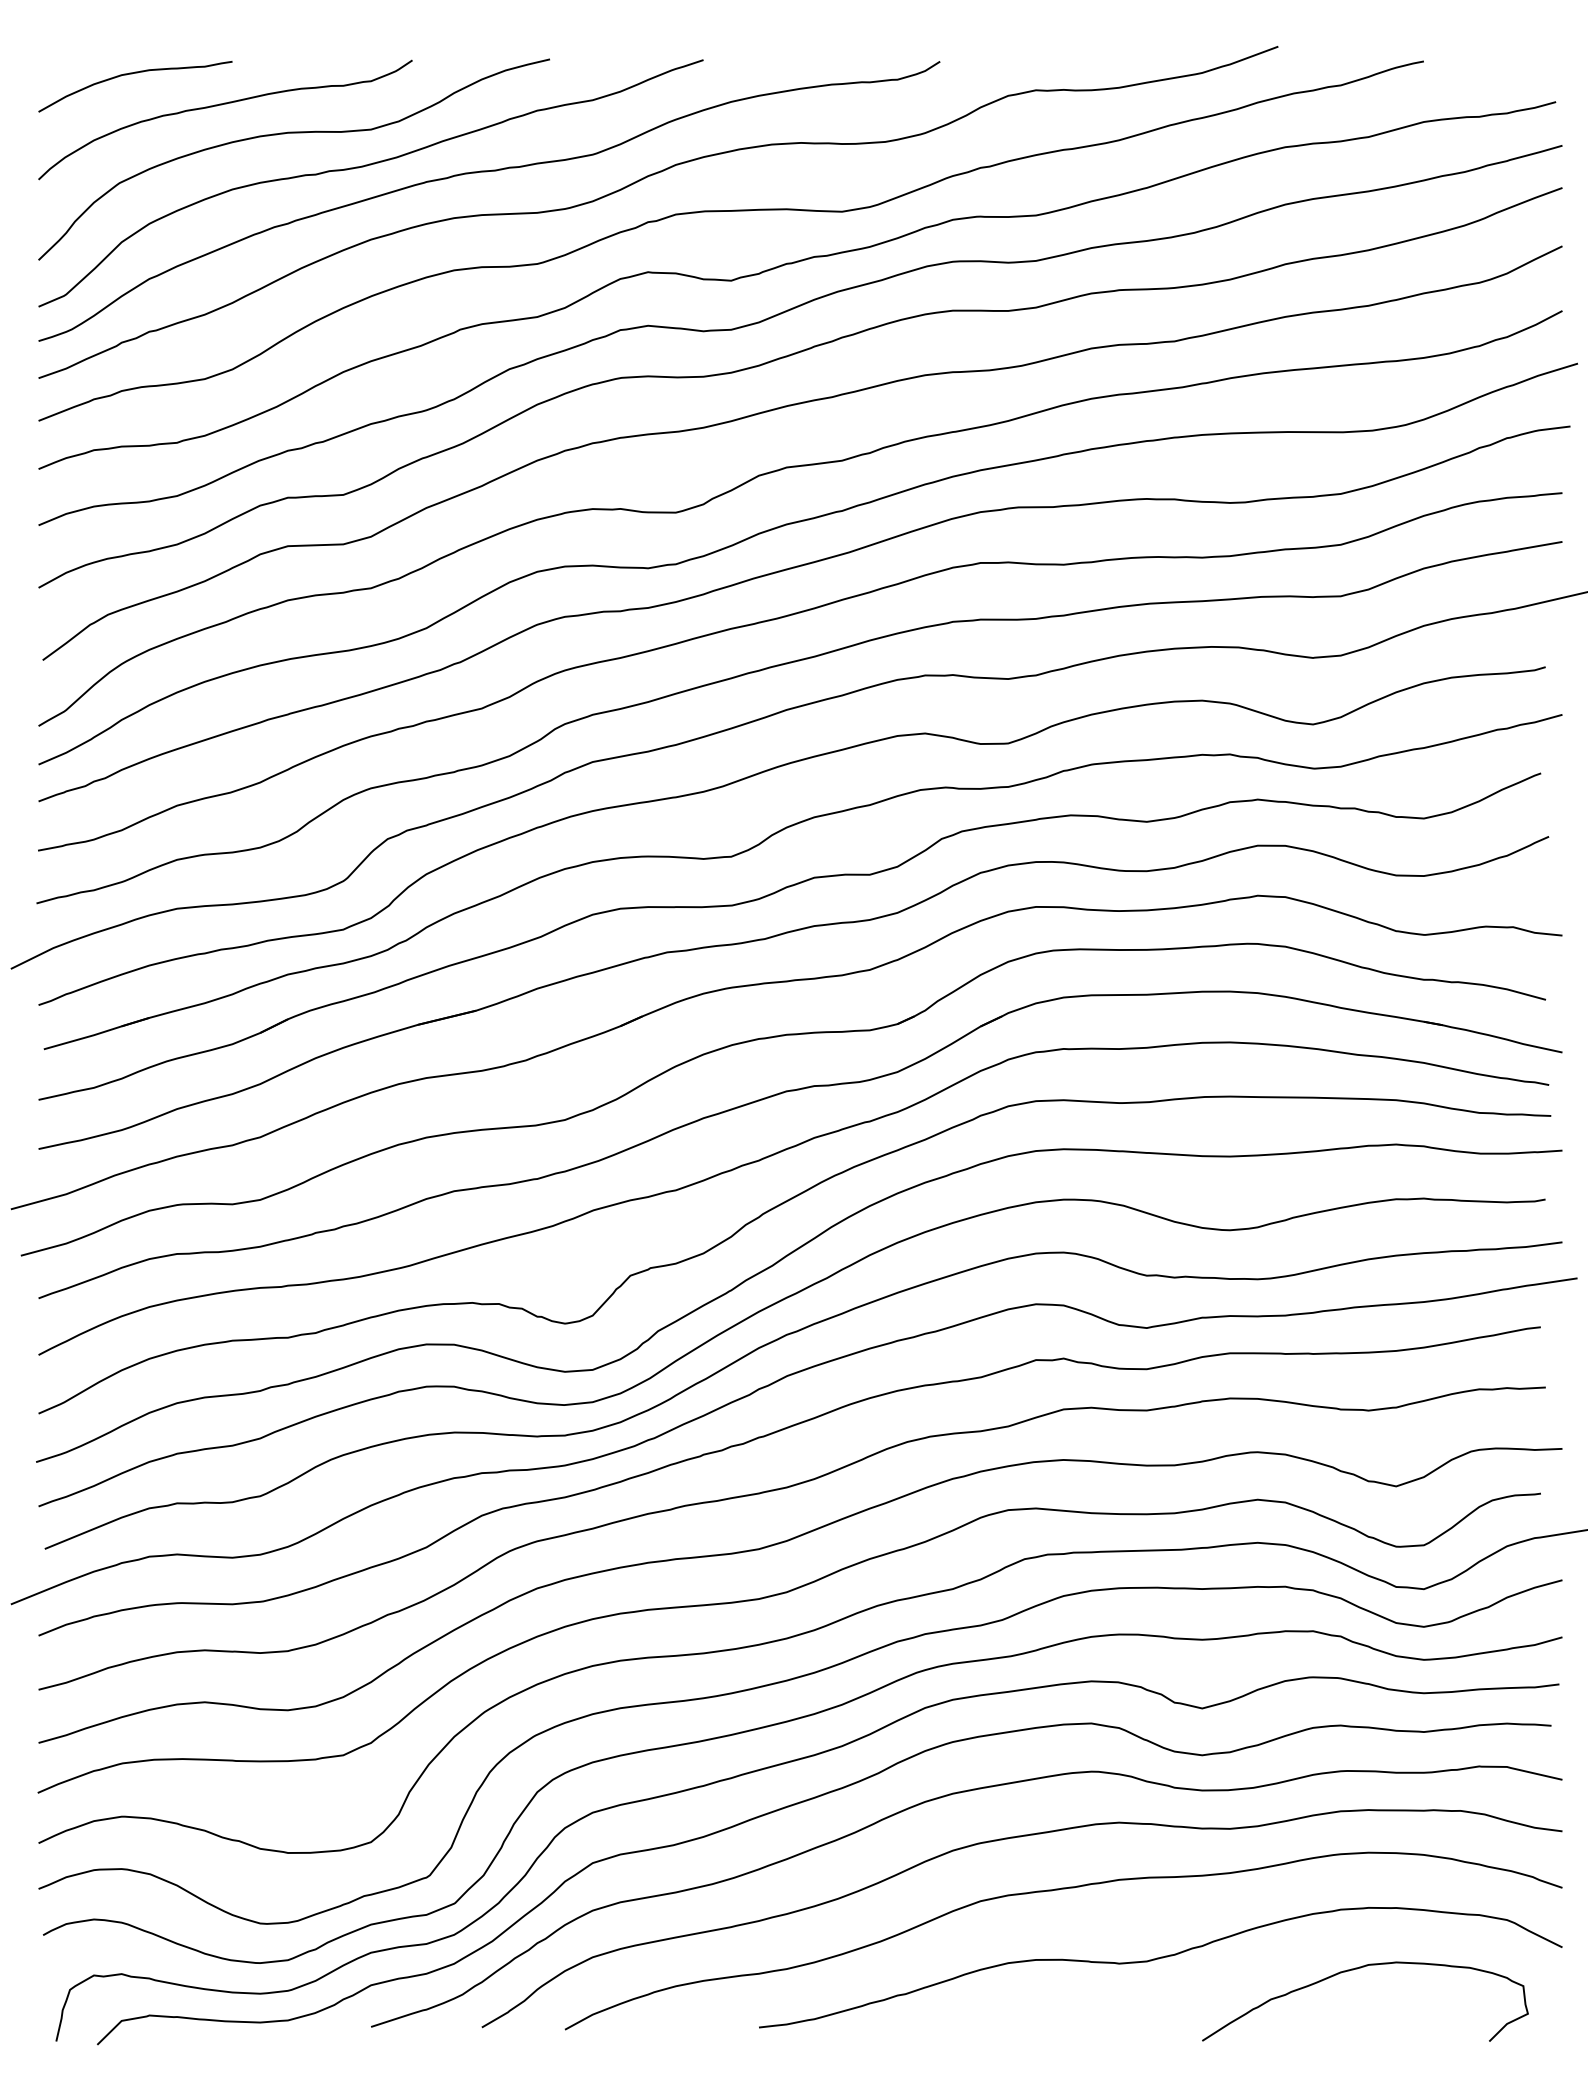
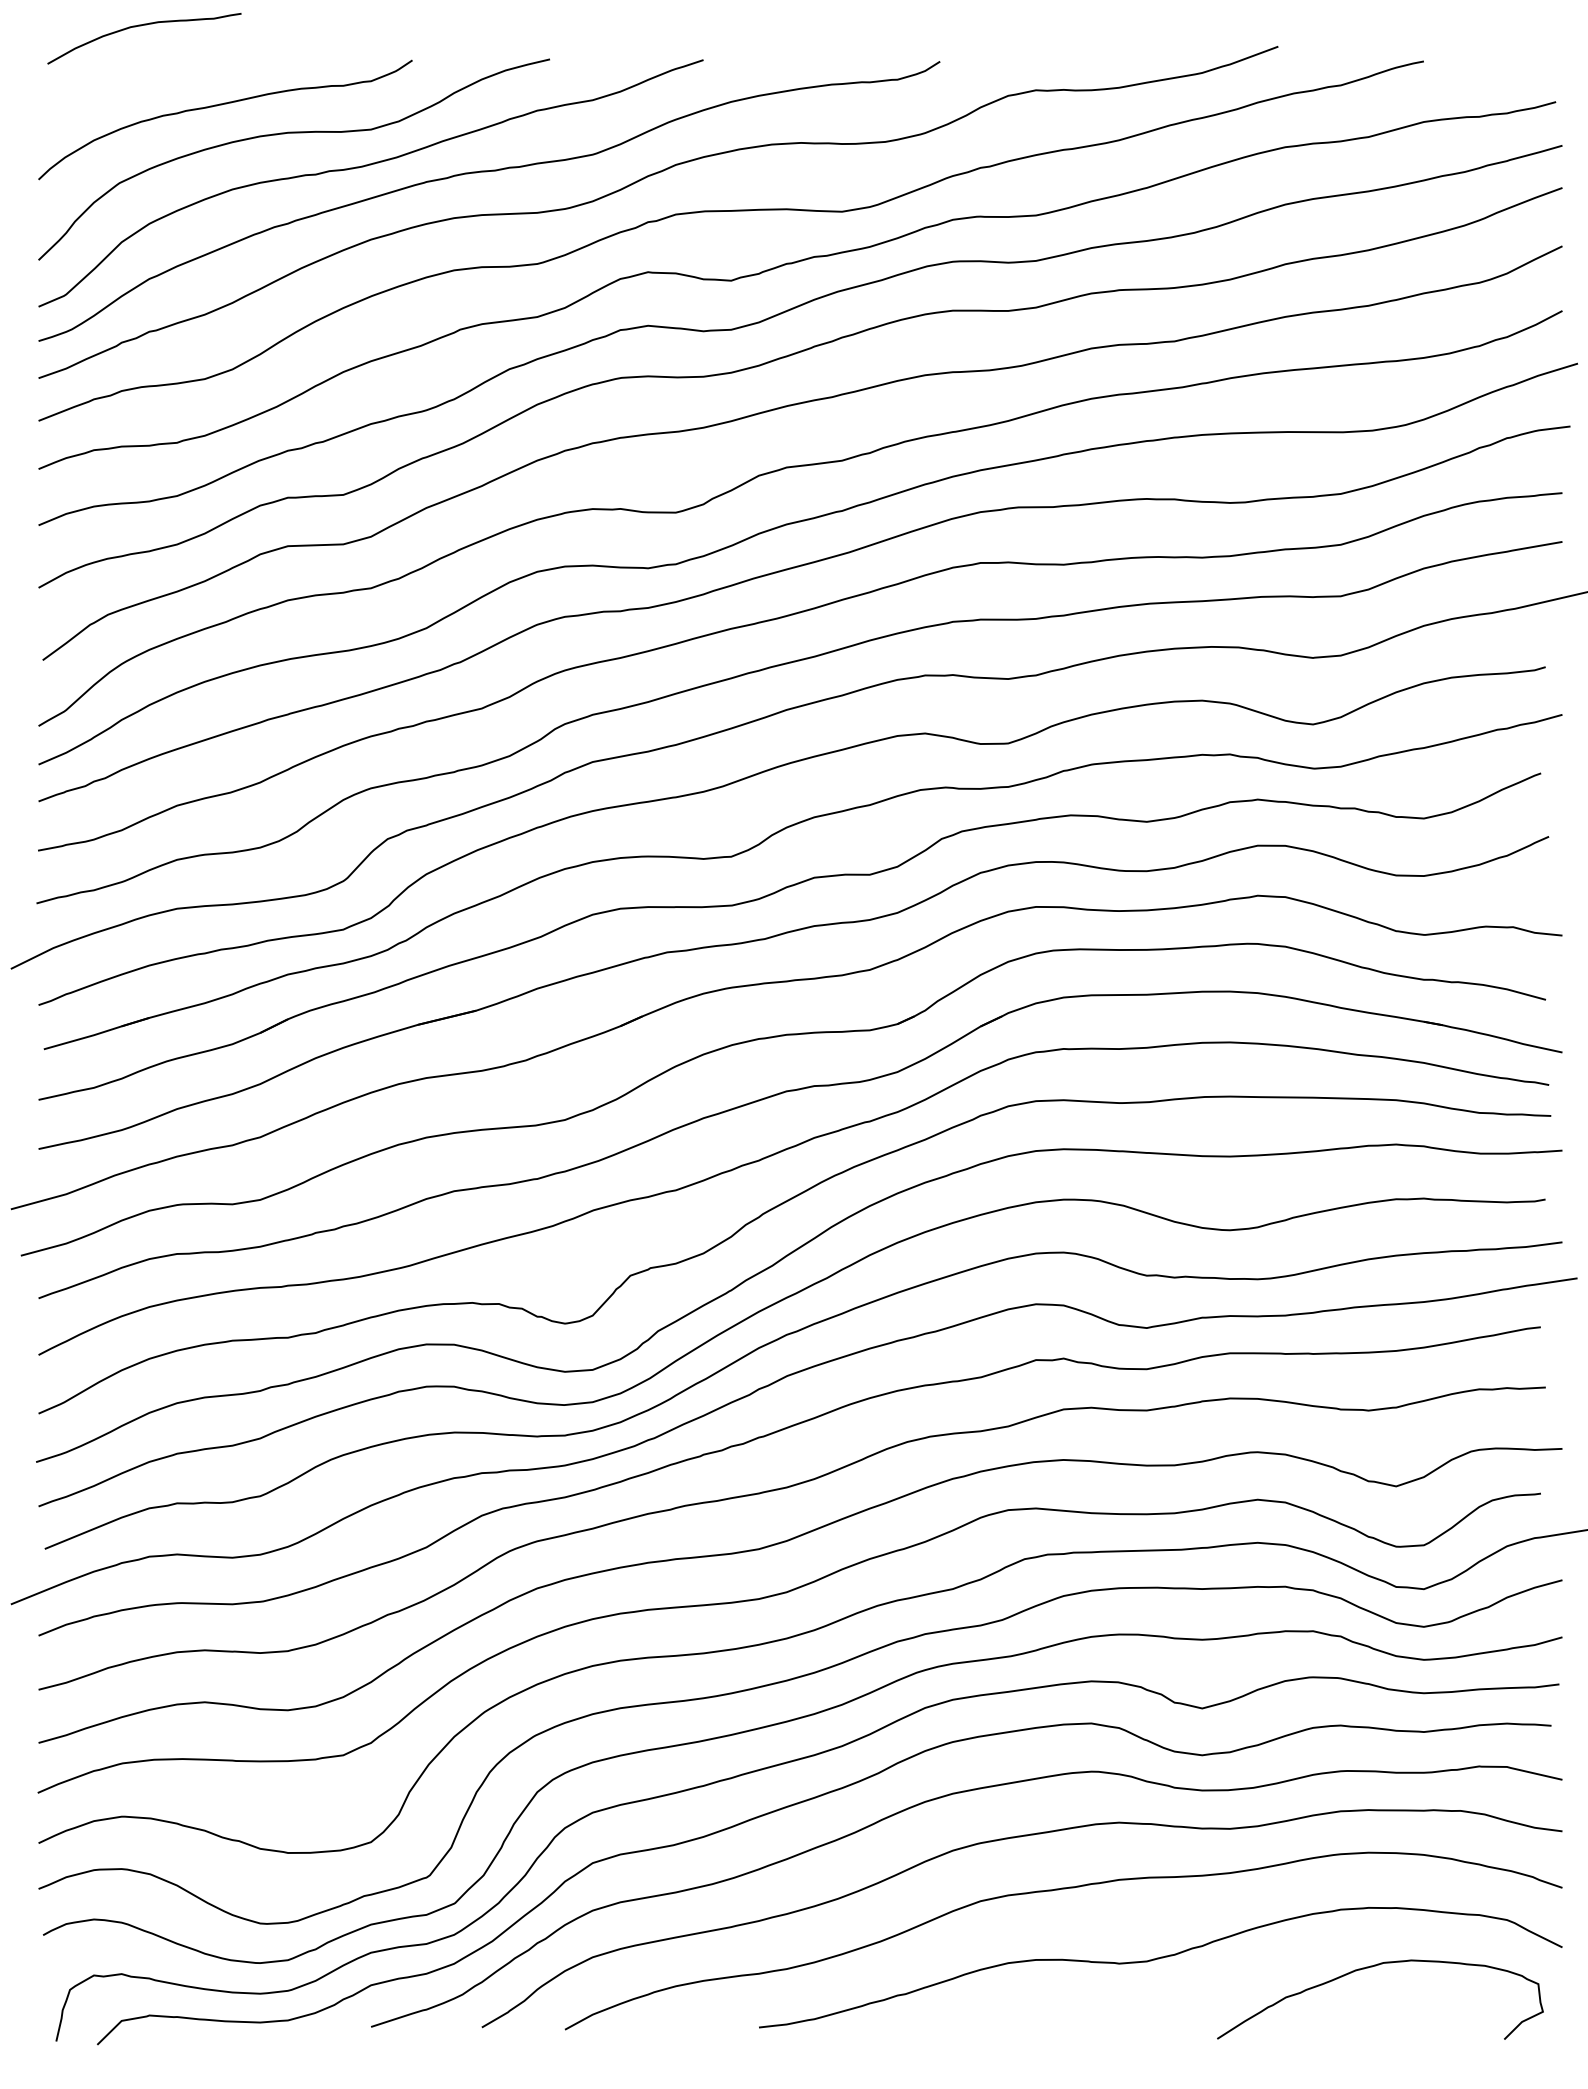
curve at (132, 74) position: (132, 74) -> (141, 26)
curve at (1357, 1969) position: (1357, 1969) -> (1372, 1967)
